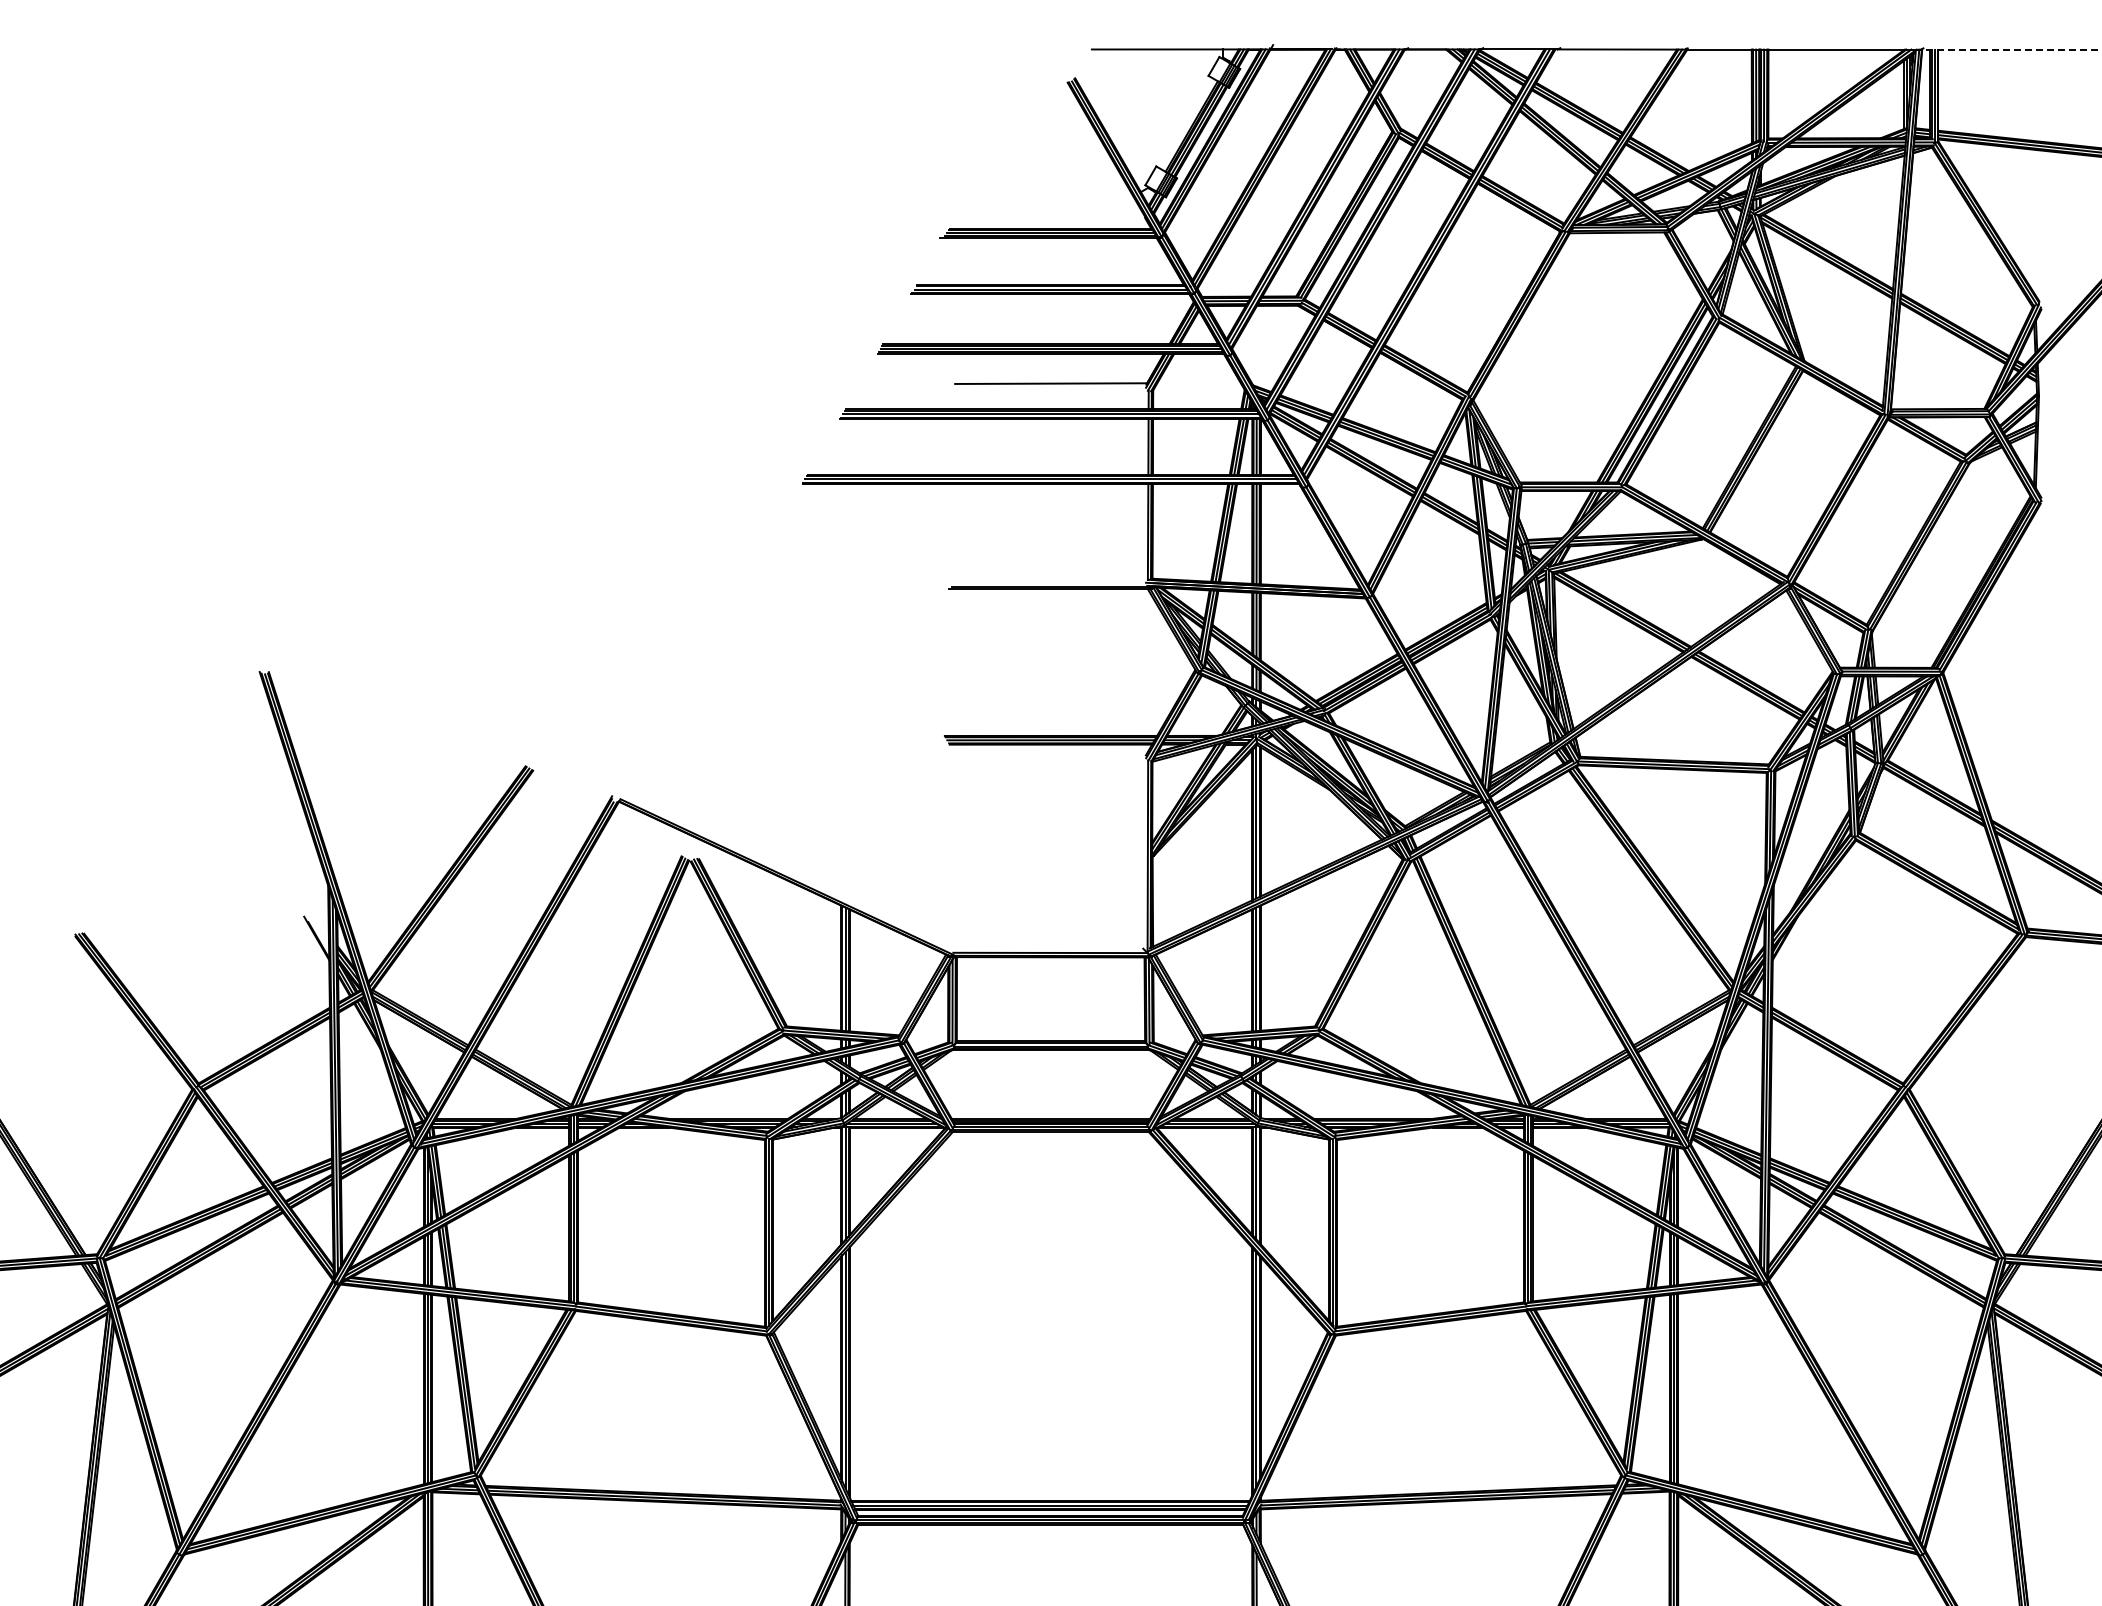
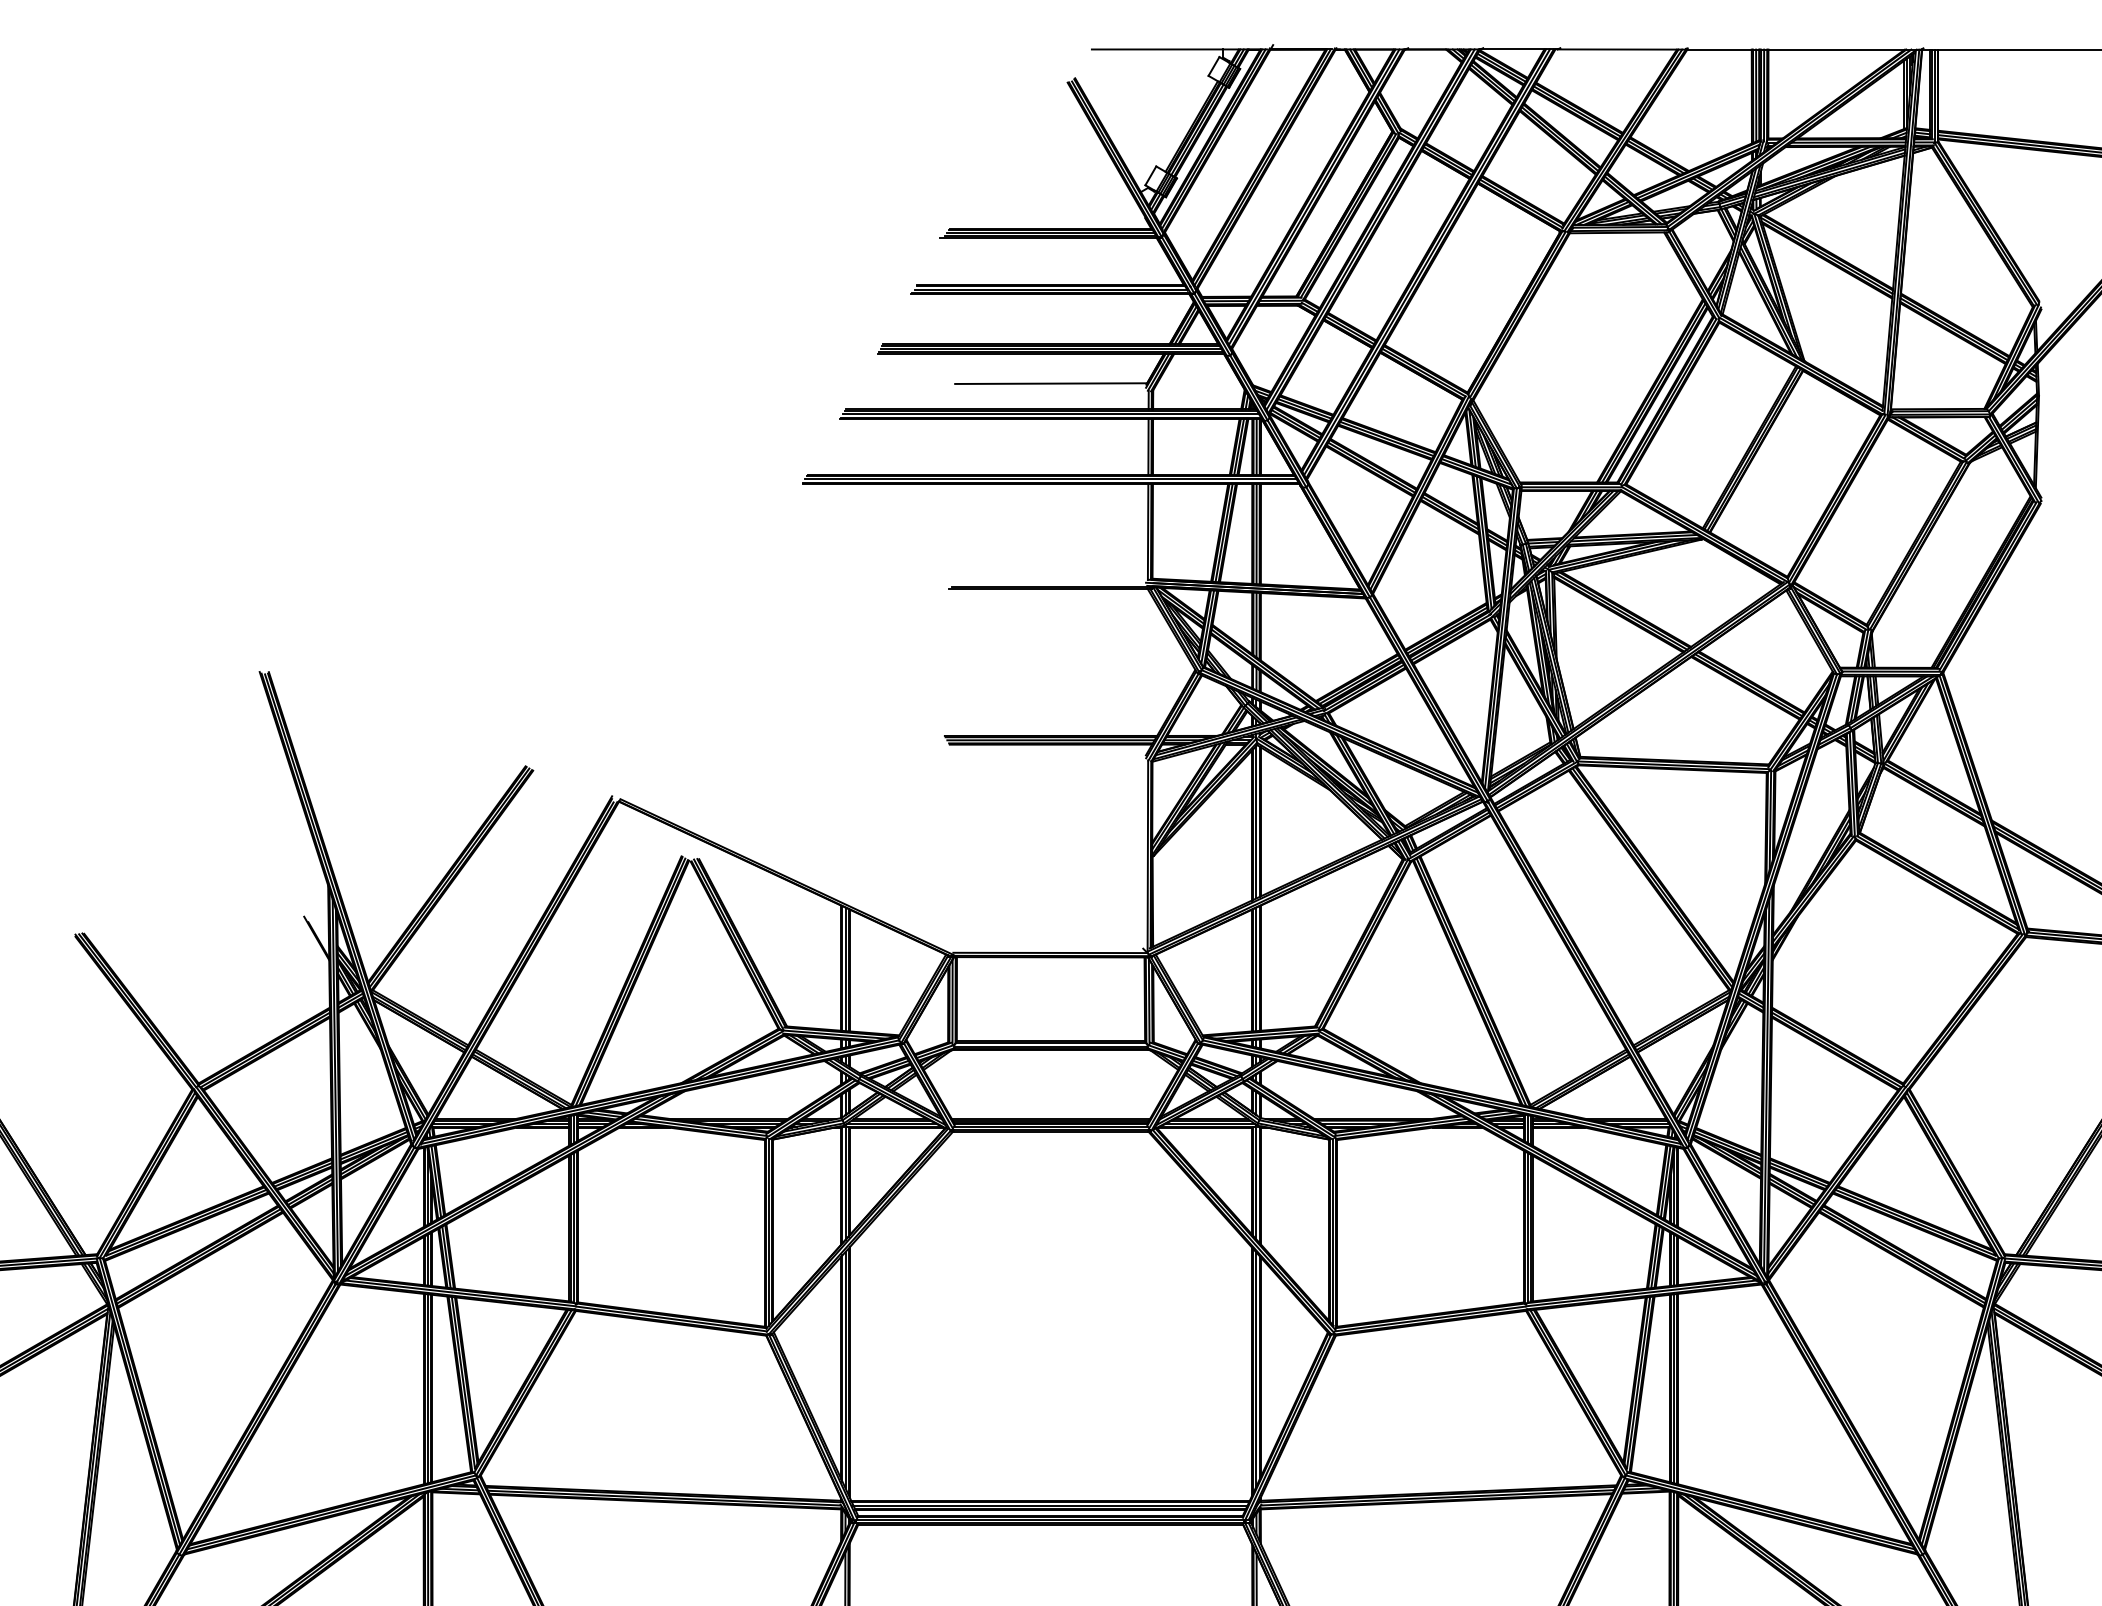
line at (2010, 49): dashed -> solid
